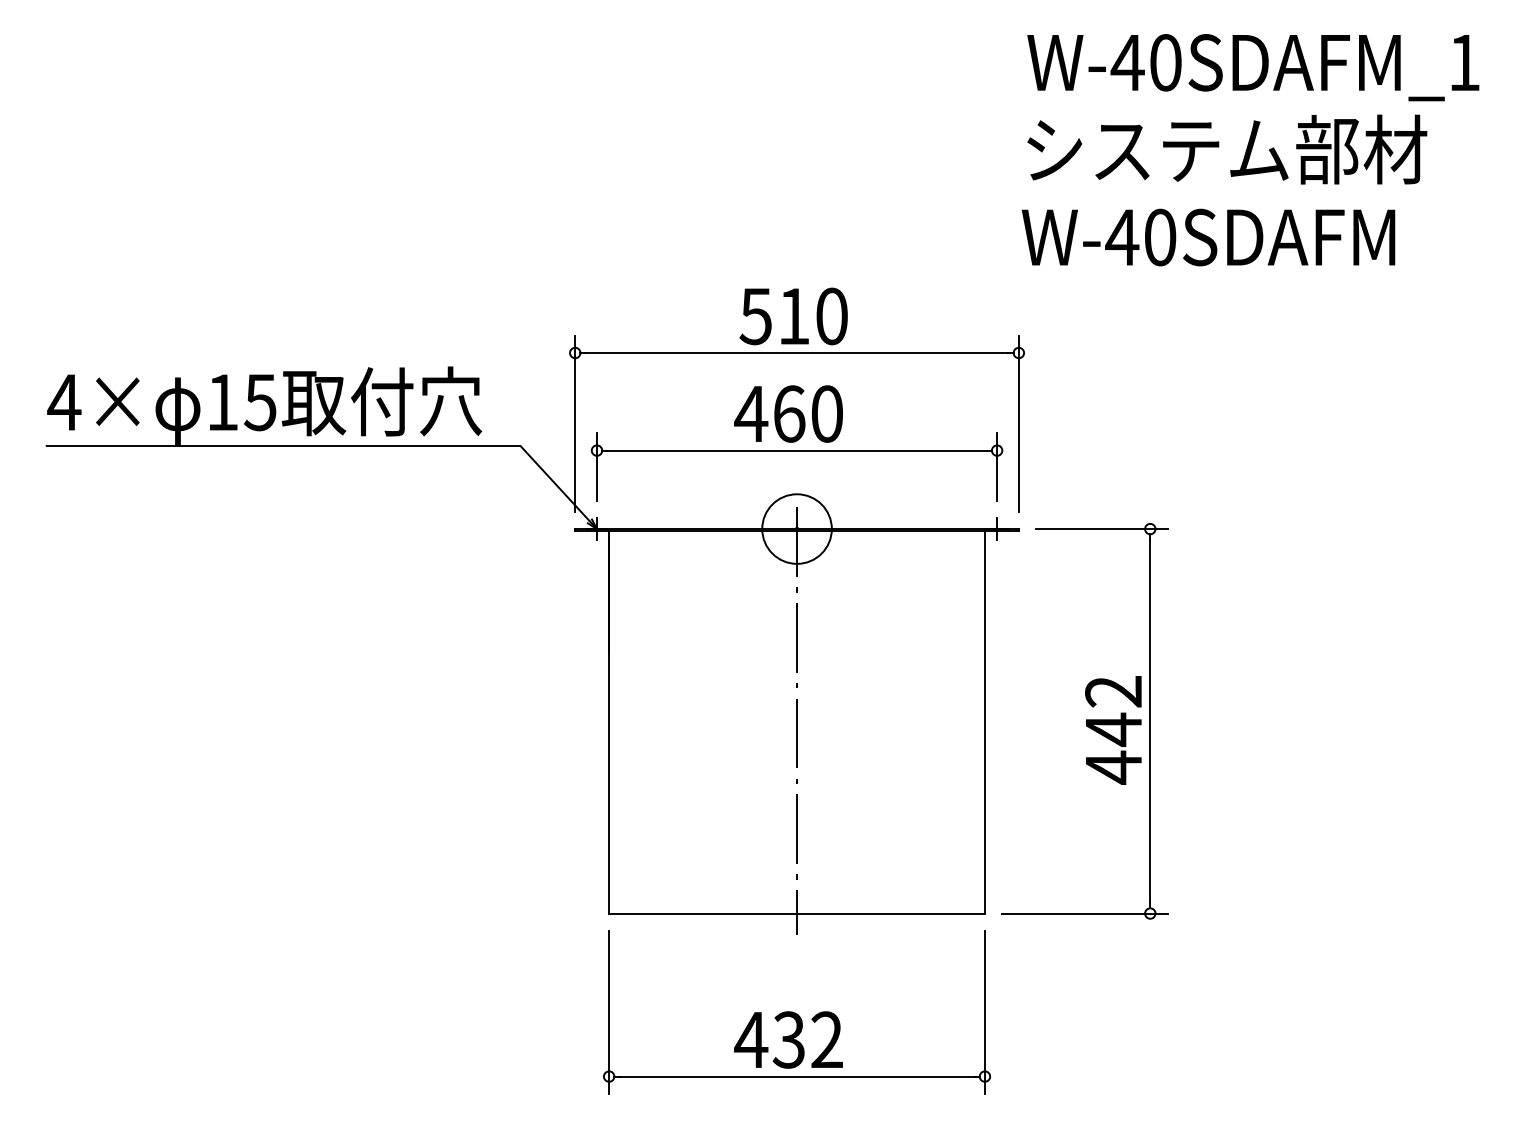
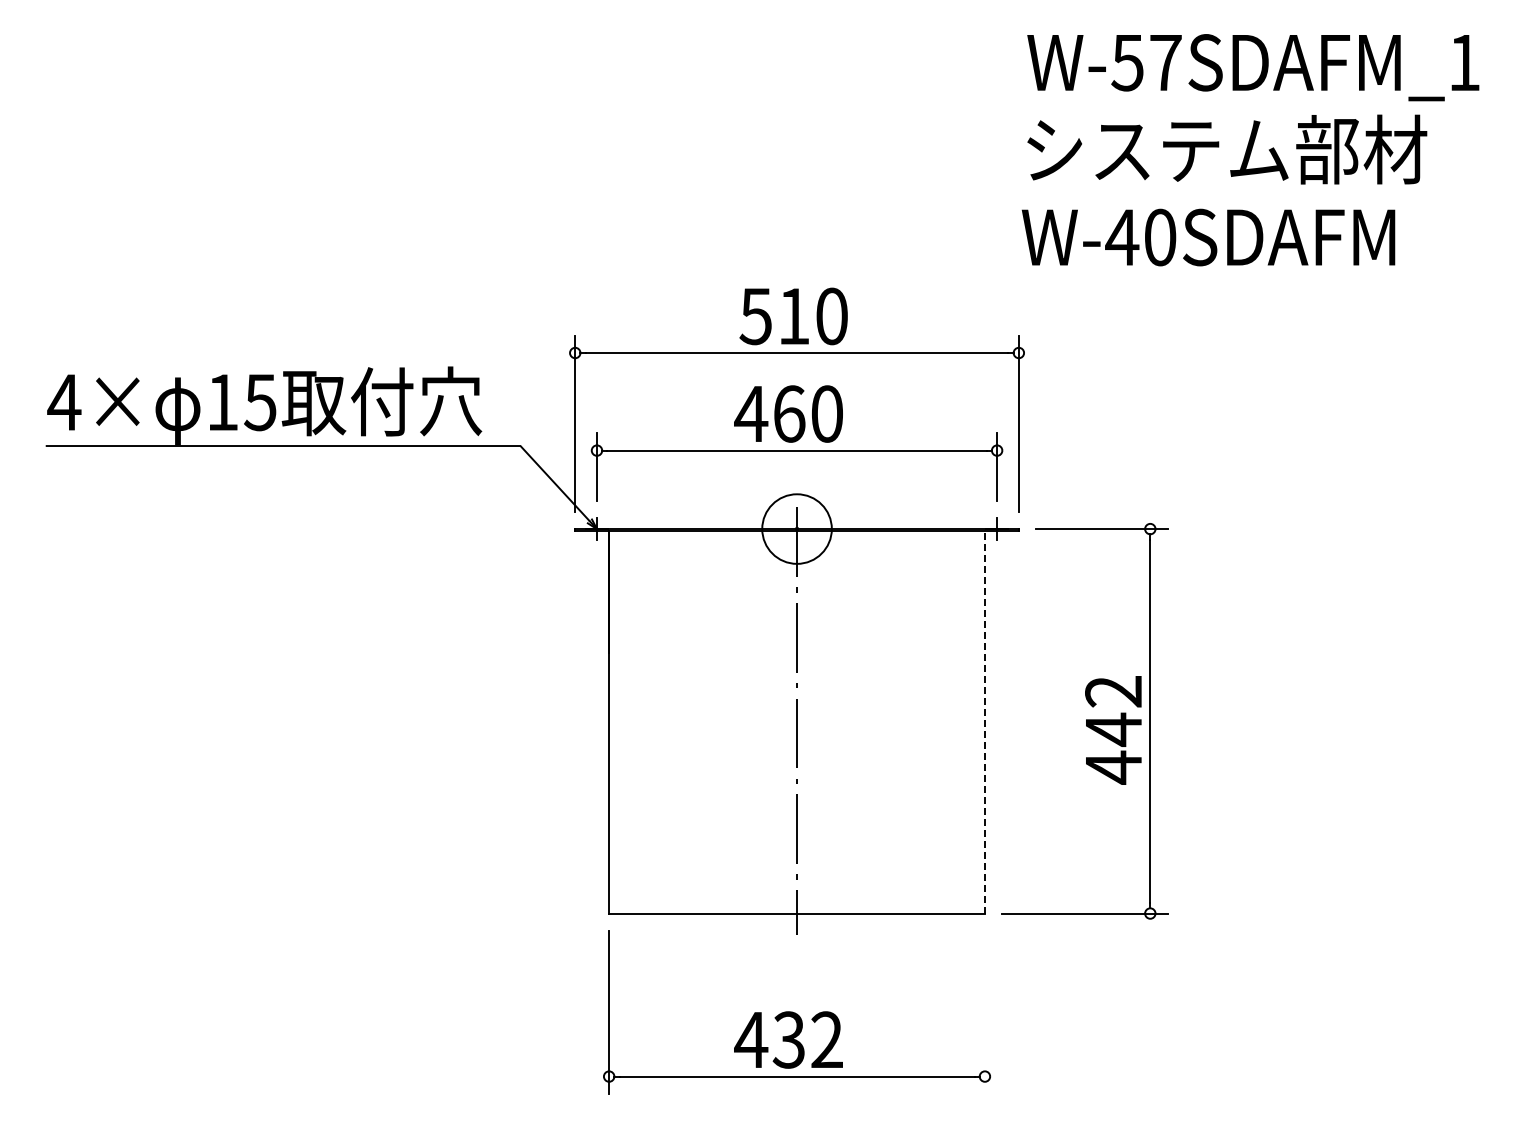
text at (1145, 62): W-40SDAFM_1 -> W-57SDAFM_1
line at (984, 721): solid -> dashed
line at (984, 1011): present -> none
